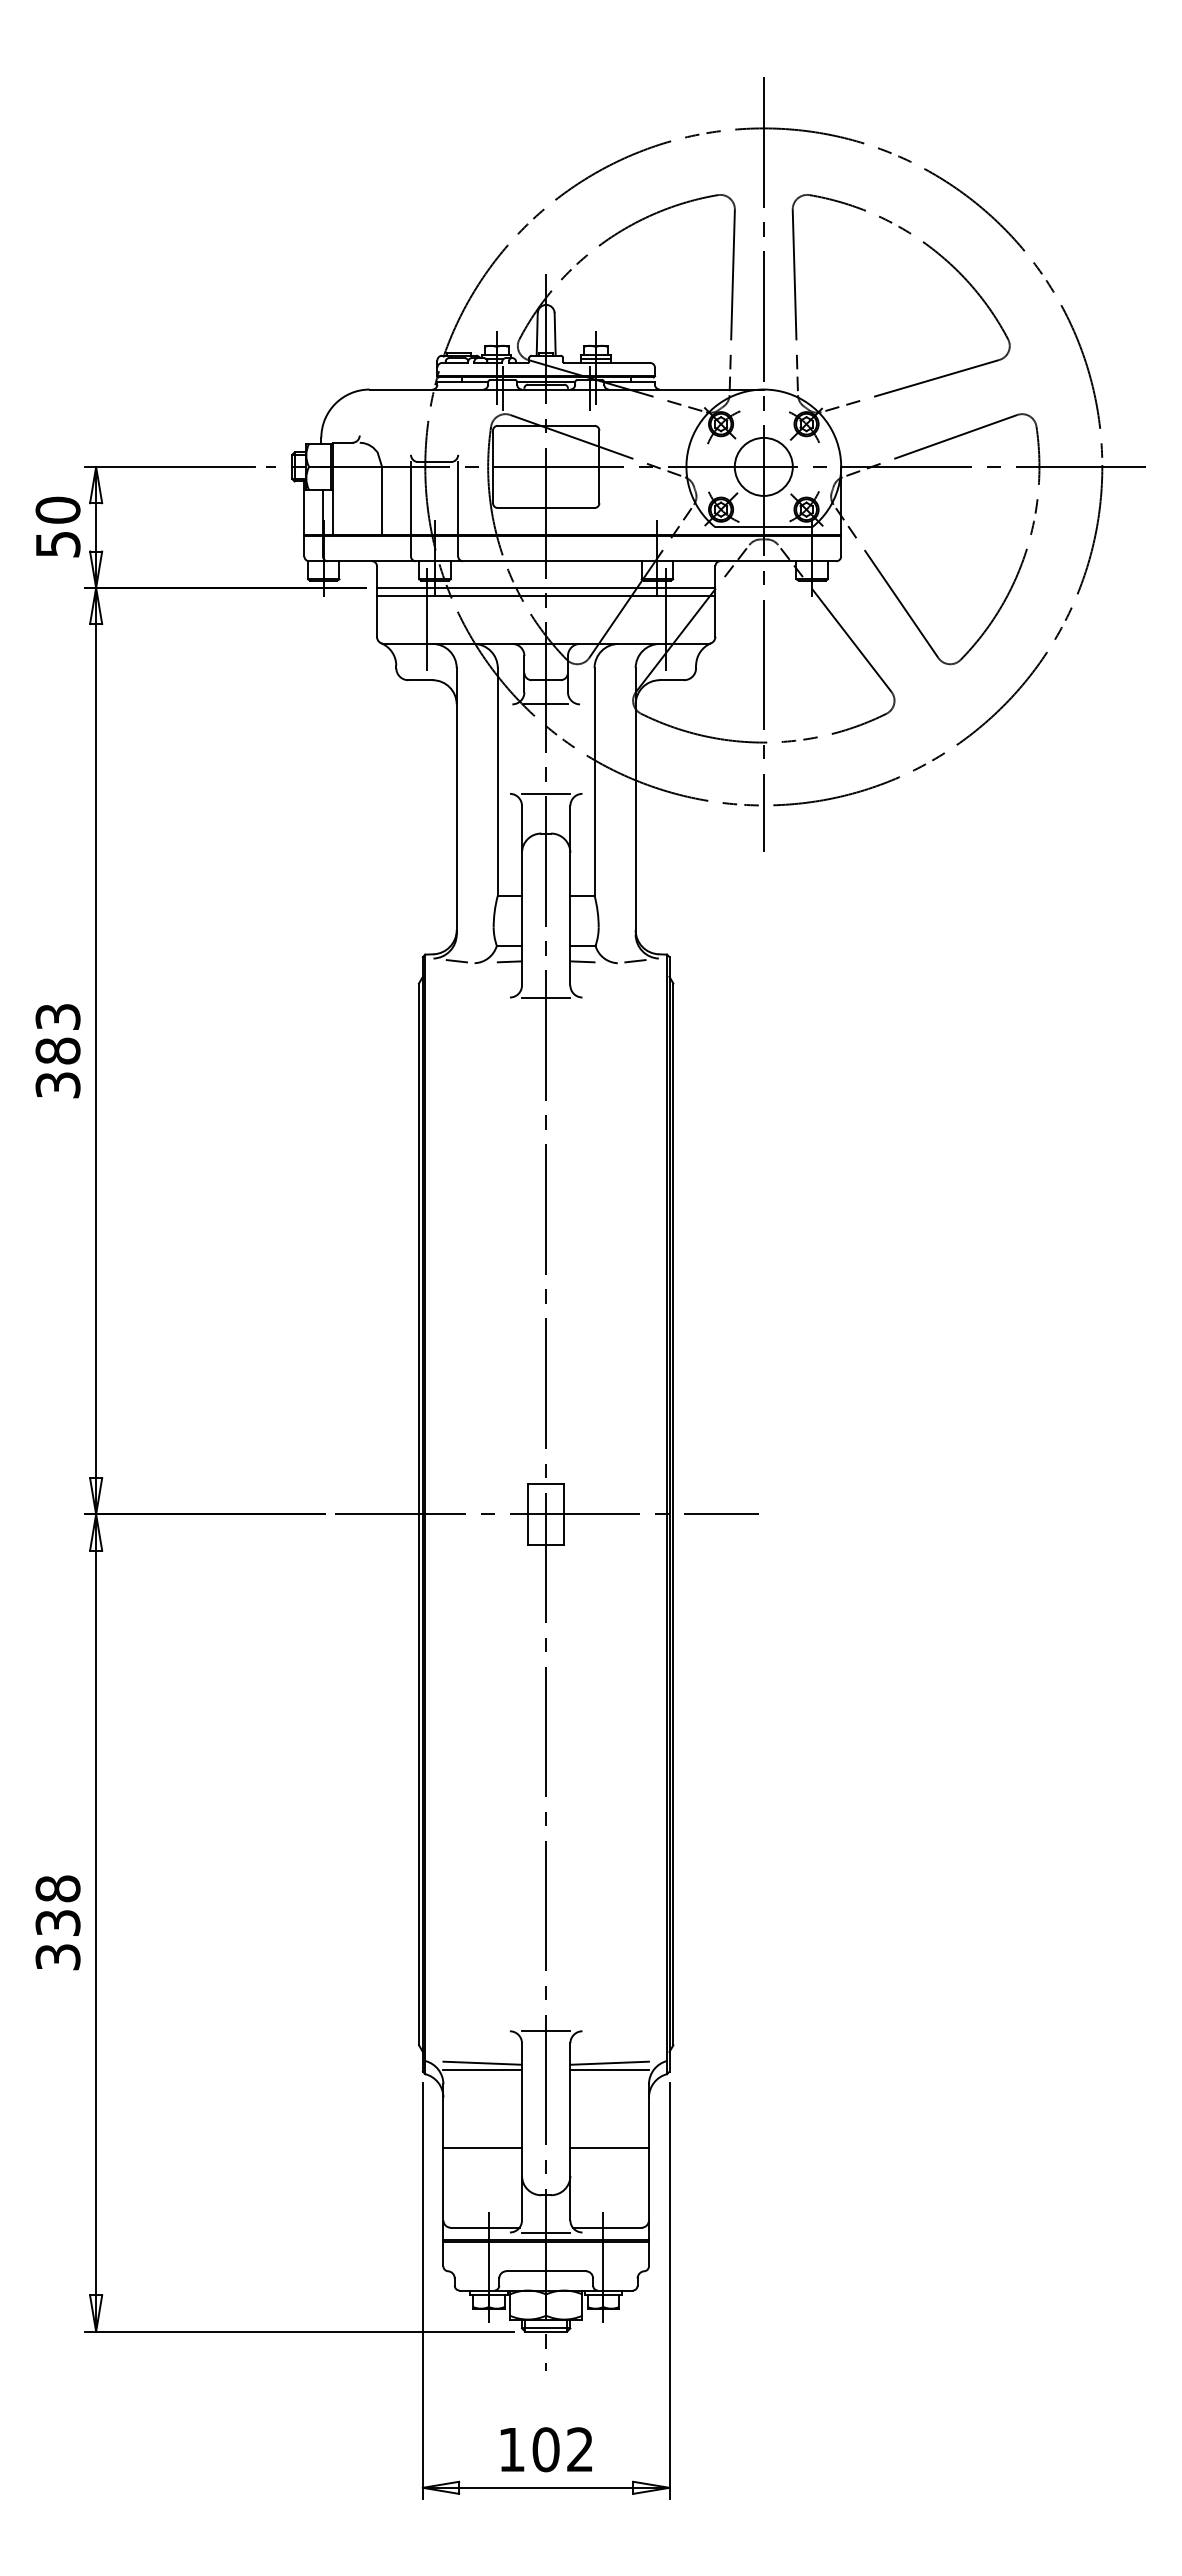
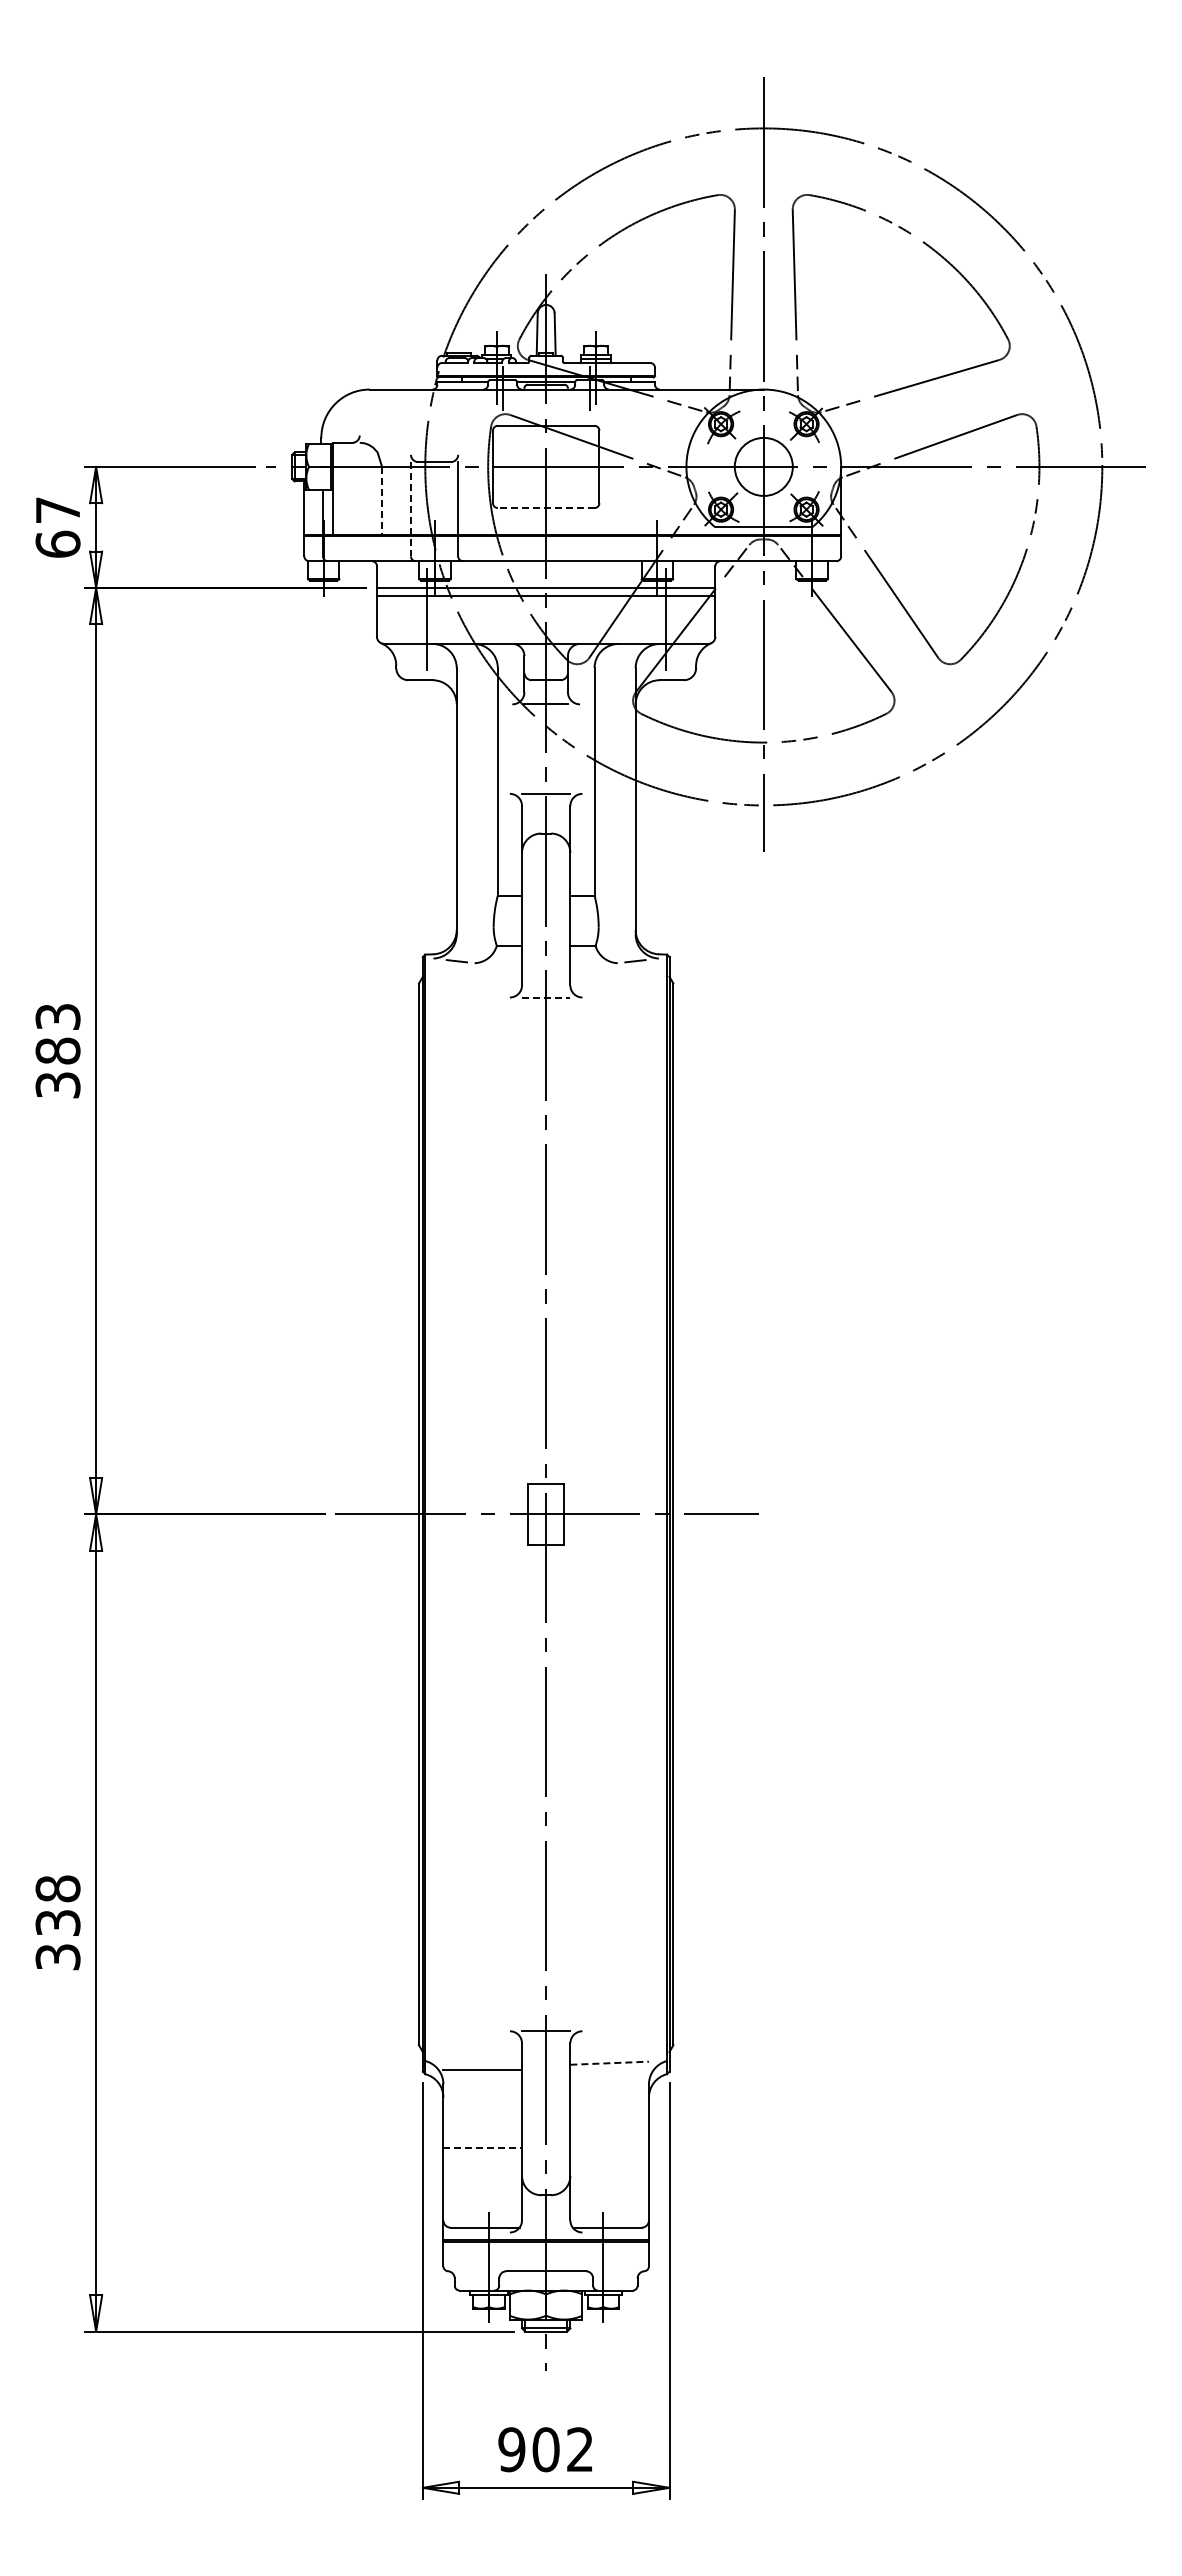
line at (382, 500): solid -> dashed
line at (545, 508): solid -> dashed
line at (410, 509): solid -> dashed
text at (57, 526): 50 -> 67
line at (509, 961): present -> none
line at (582, 961): present -> none
line at (546, 997): solid -> dashed
line at (482, 2062): present -> none
line at (610, 2063): solid -> dashed
line at (609, 2070): present -> none
line at (483, 2148): solid -> dashed
line at (609, 2148): present -> none
line at (546, 2232): present -> none
text at (511, 2449): 102 -> 902
